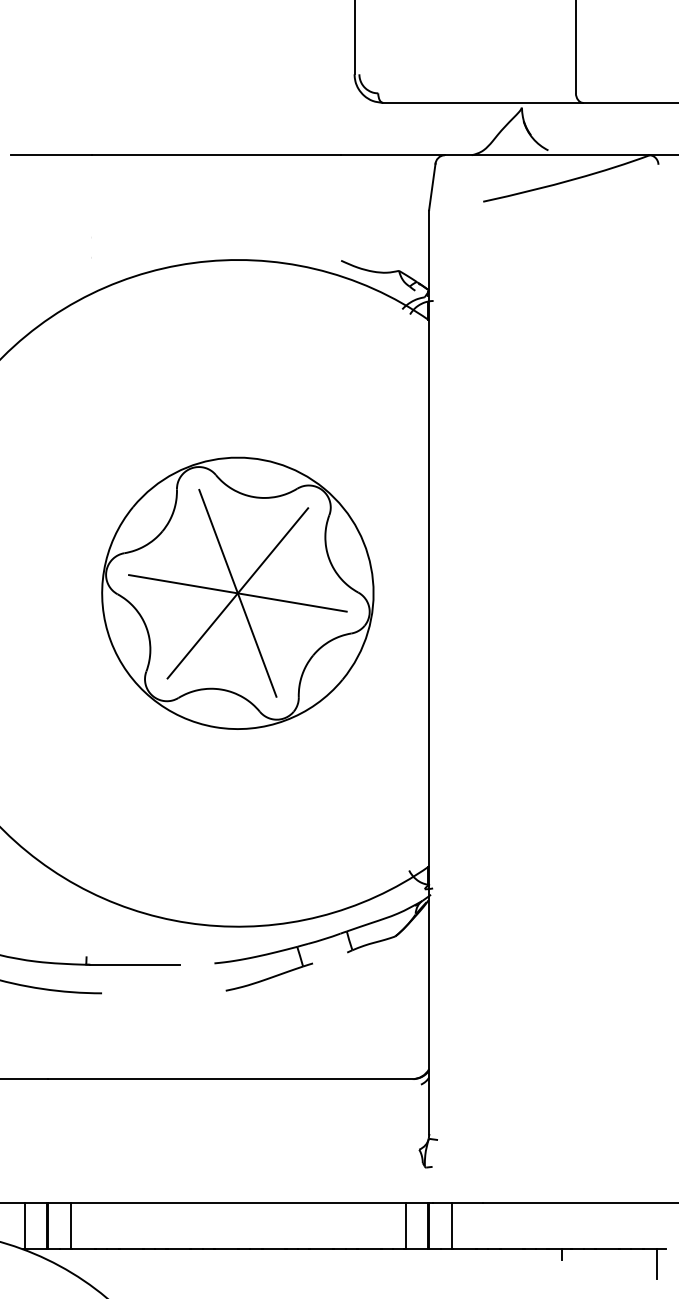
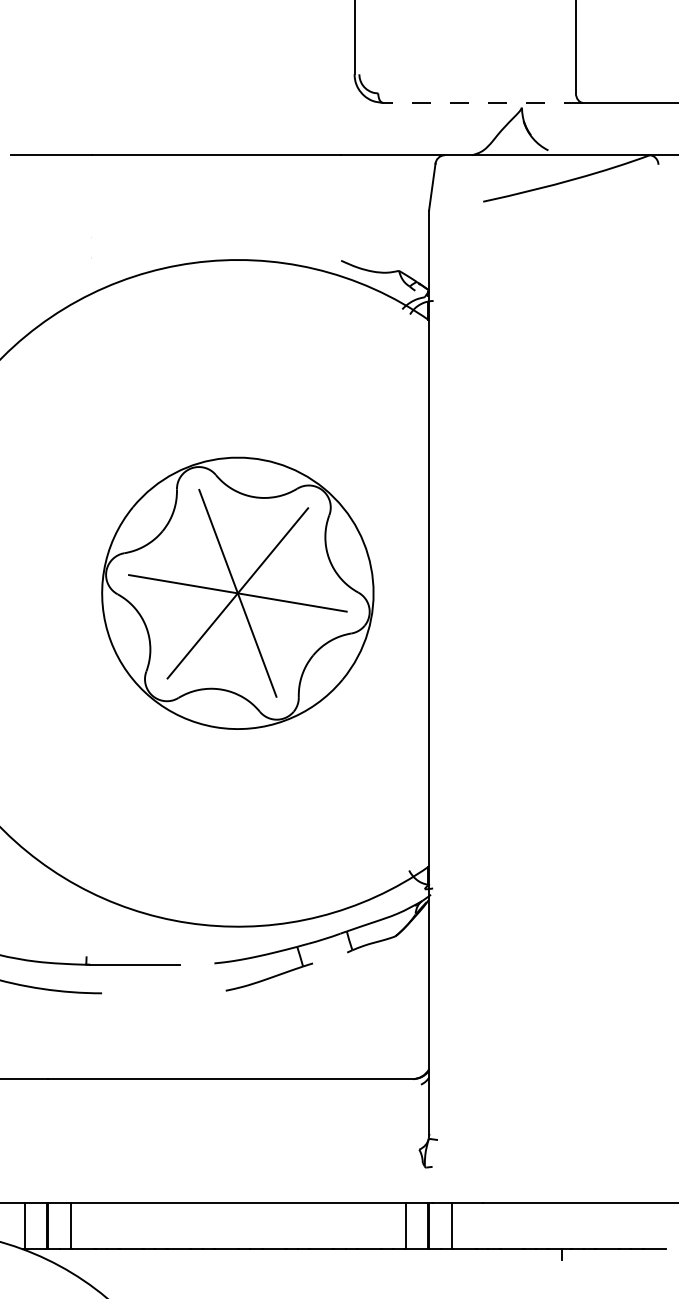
line at (483, 102): solid -> dashed
line at (656, 1264): present -> none
